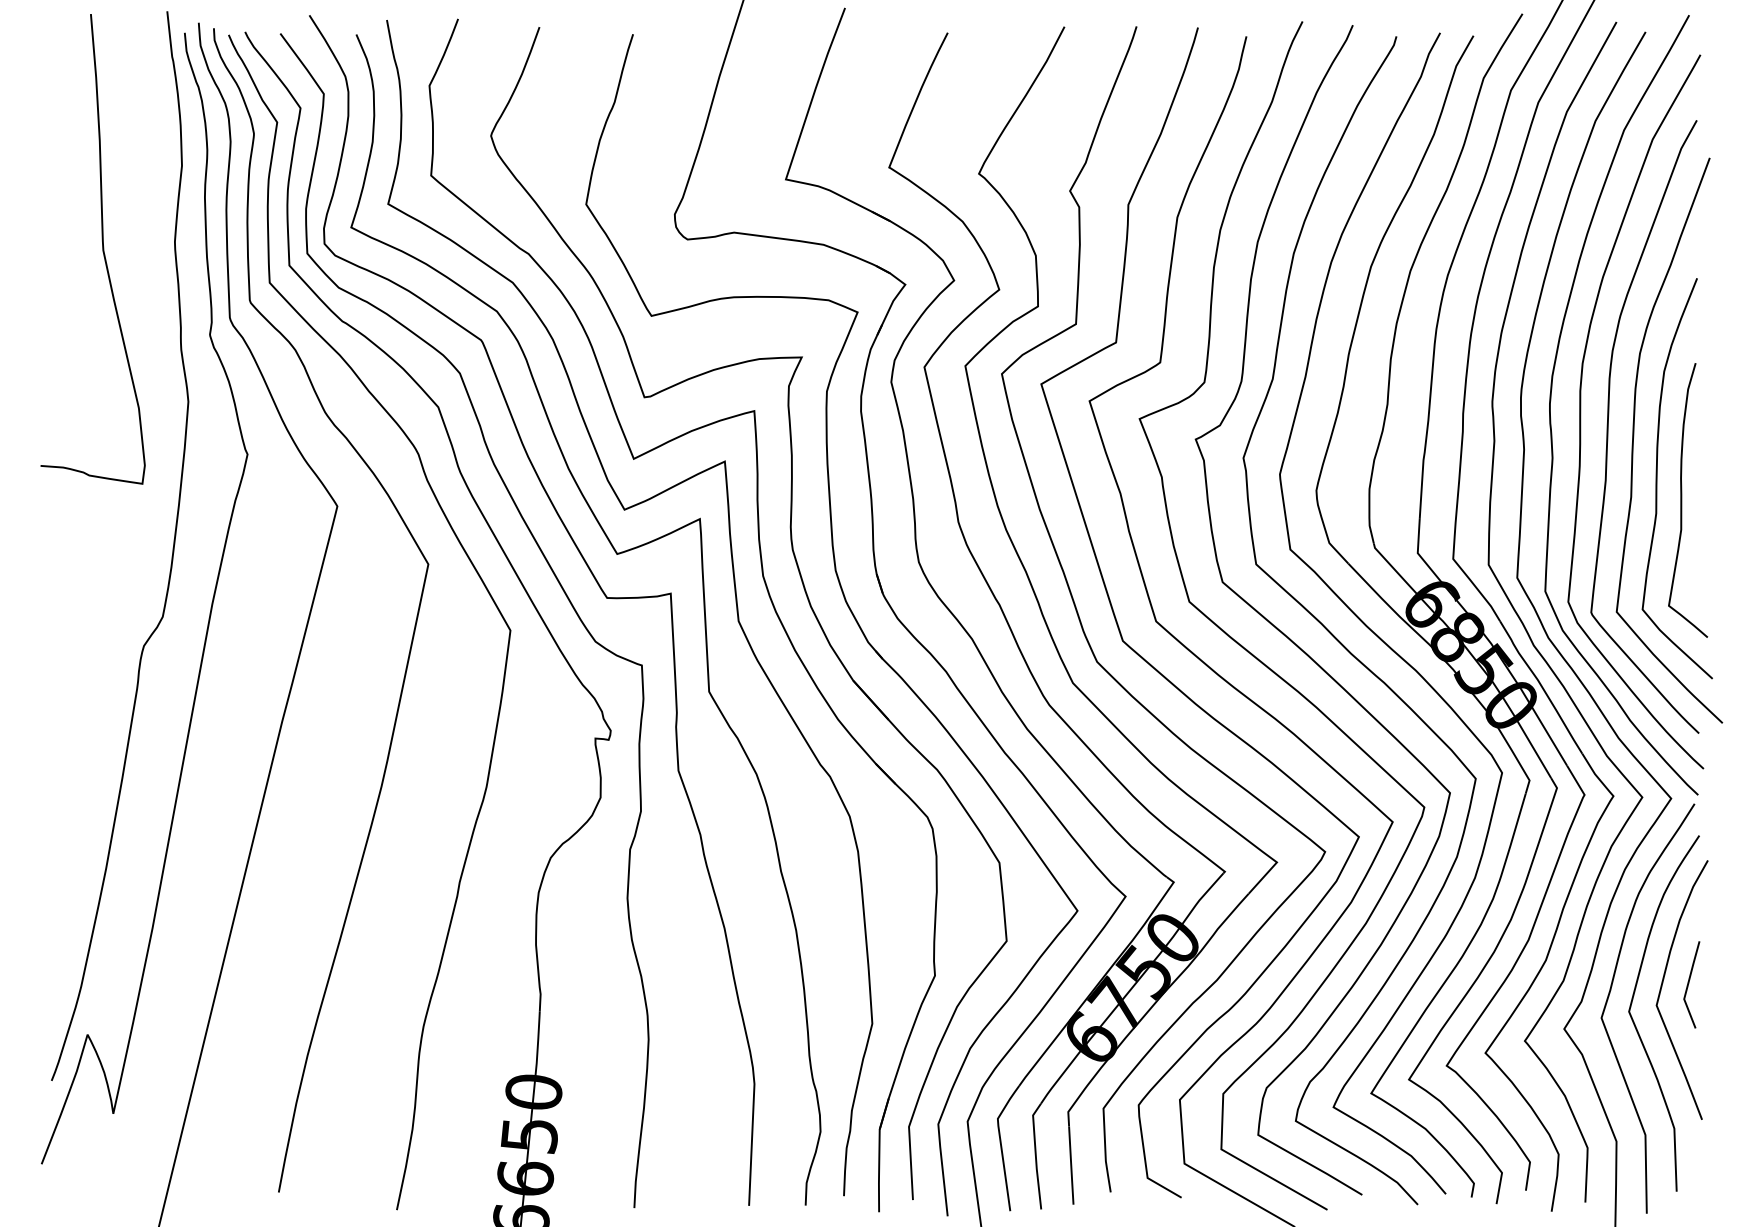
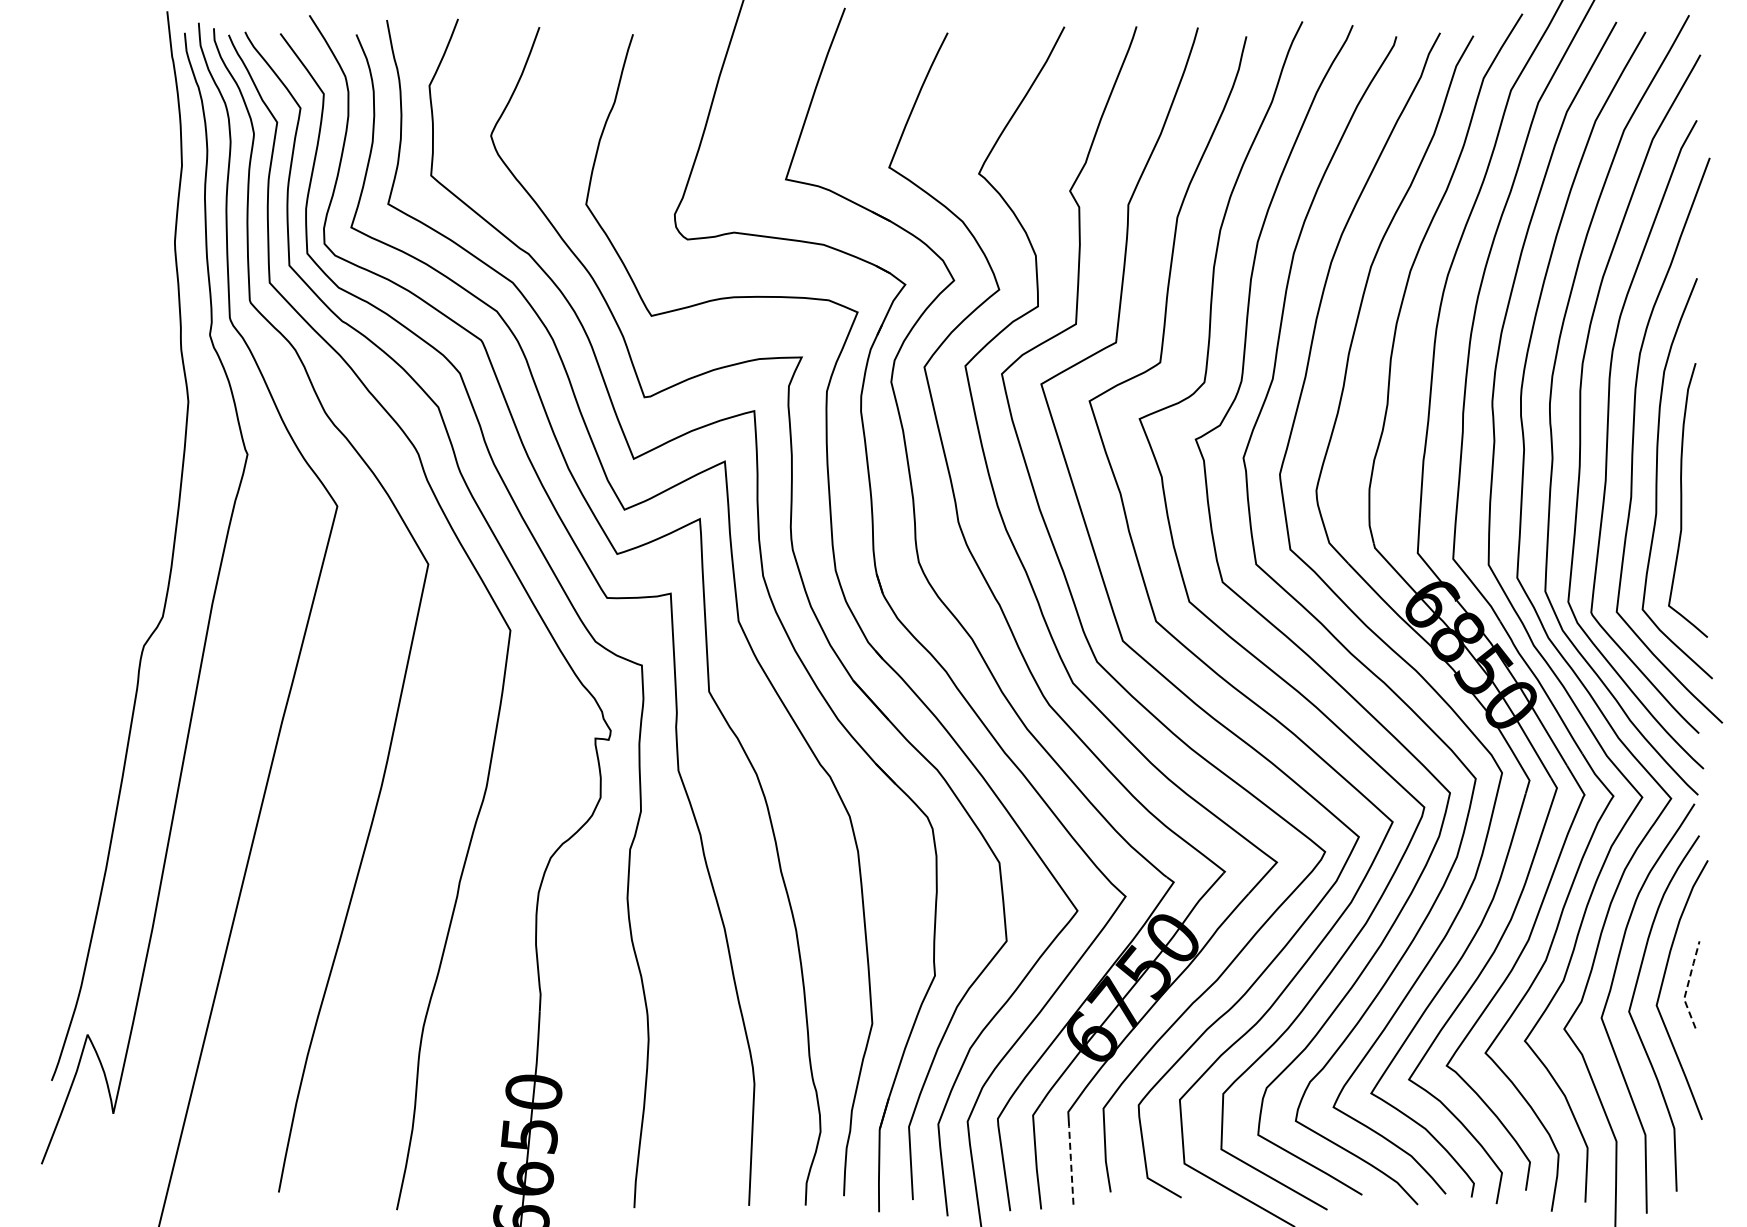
curve at (102, 249): present -> none
line at (1687, 984): solid -> dashed
line at (1071, 1165): solid -> dashed
